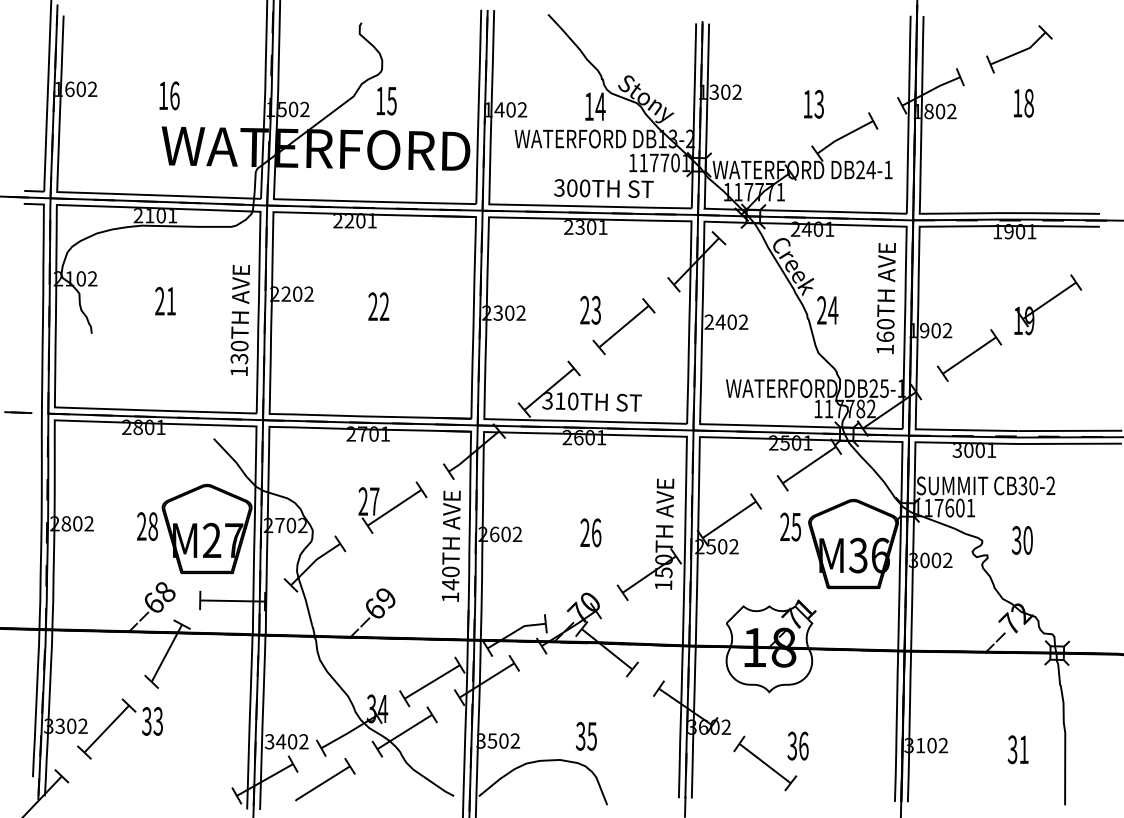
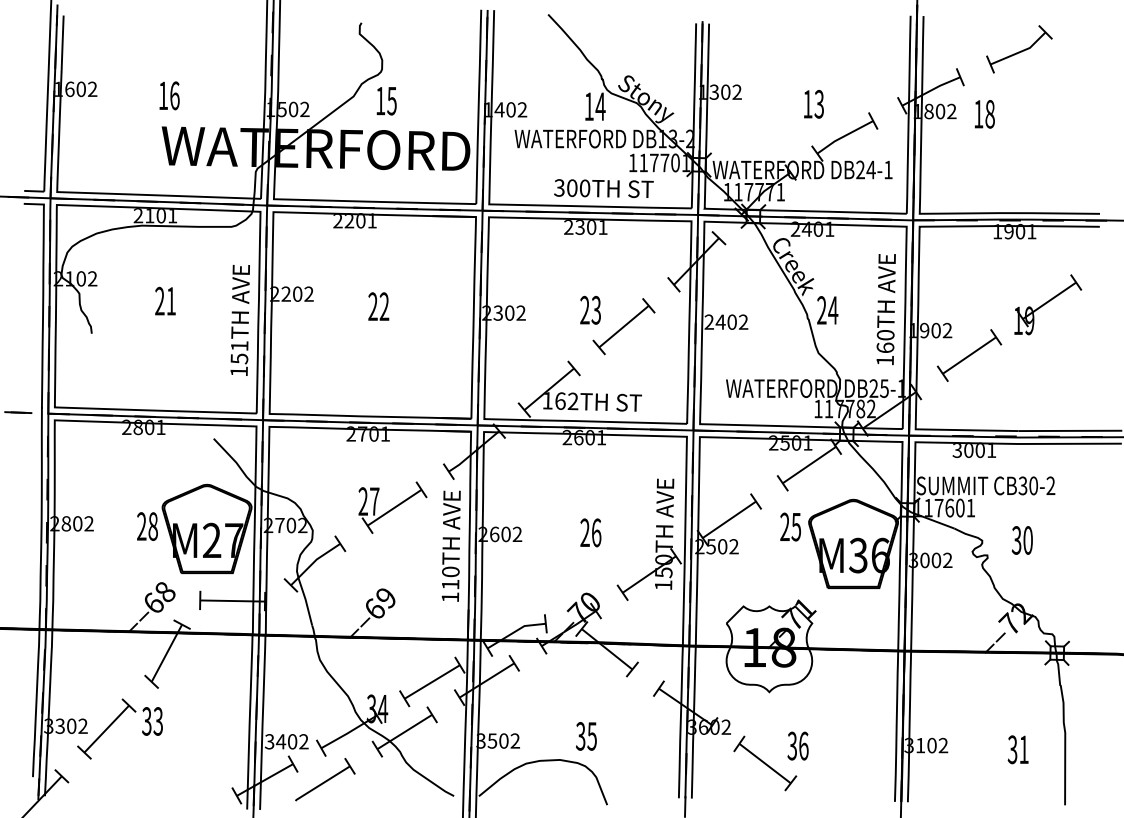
text at (1023, 103) position: (1023, 103) -> (984, 114)
text at (885, 298) position: (885, 298) -> (885, 309)
text at (239, 351): 130TH -> 151TH
text at (560, 401): 310TH -> 162TH
text at (450, 584): 140TH -> 110TH
